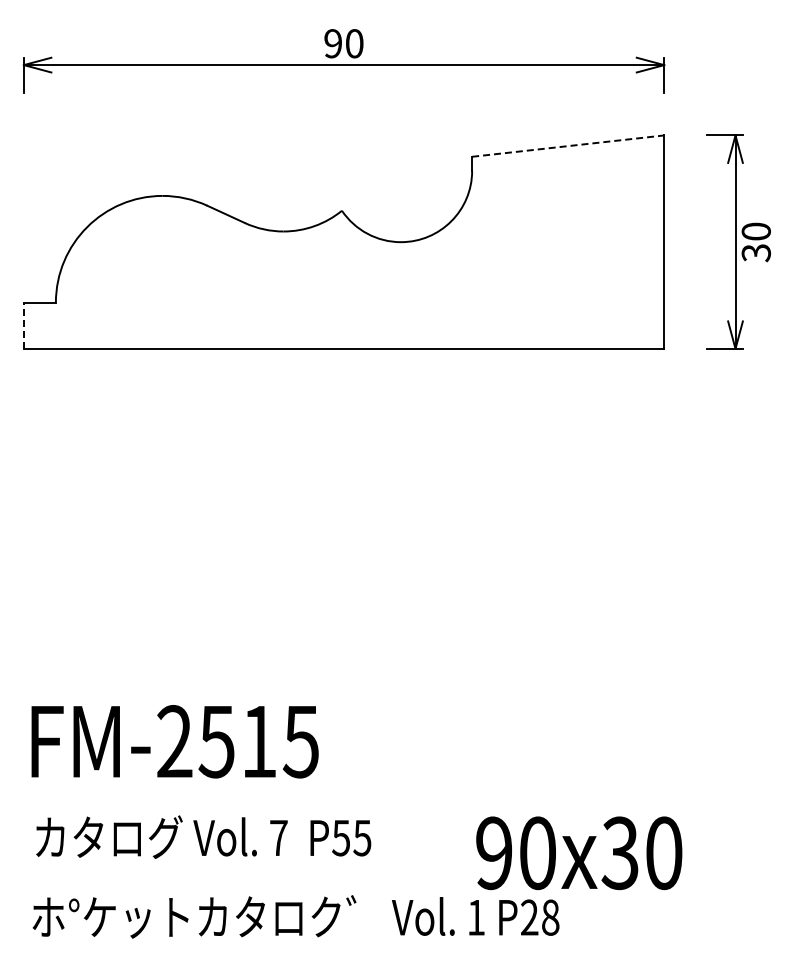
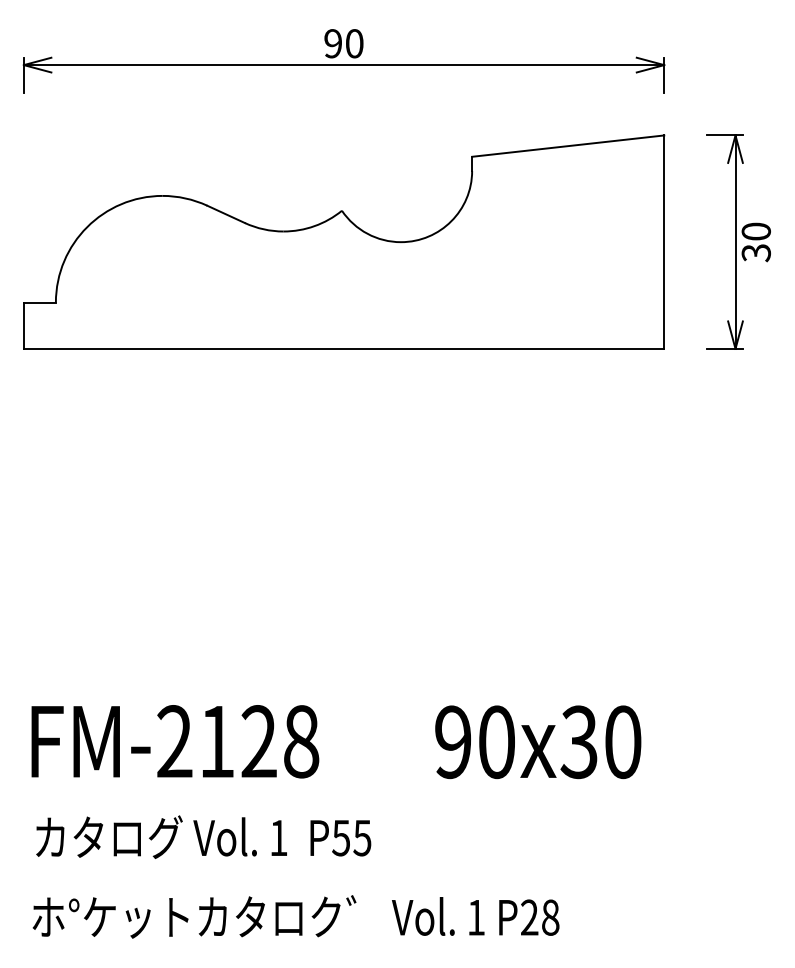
line at (568, 146): dashed -> solid
line at (23, 325): dashed -> solid
text at (258, 741): FM-2515 -> FM-2128
text at (278, 837): 7 -> 1
text at (579, 853) position: (579, 853) -> (538, 742)
